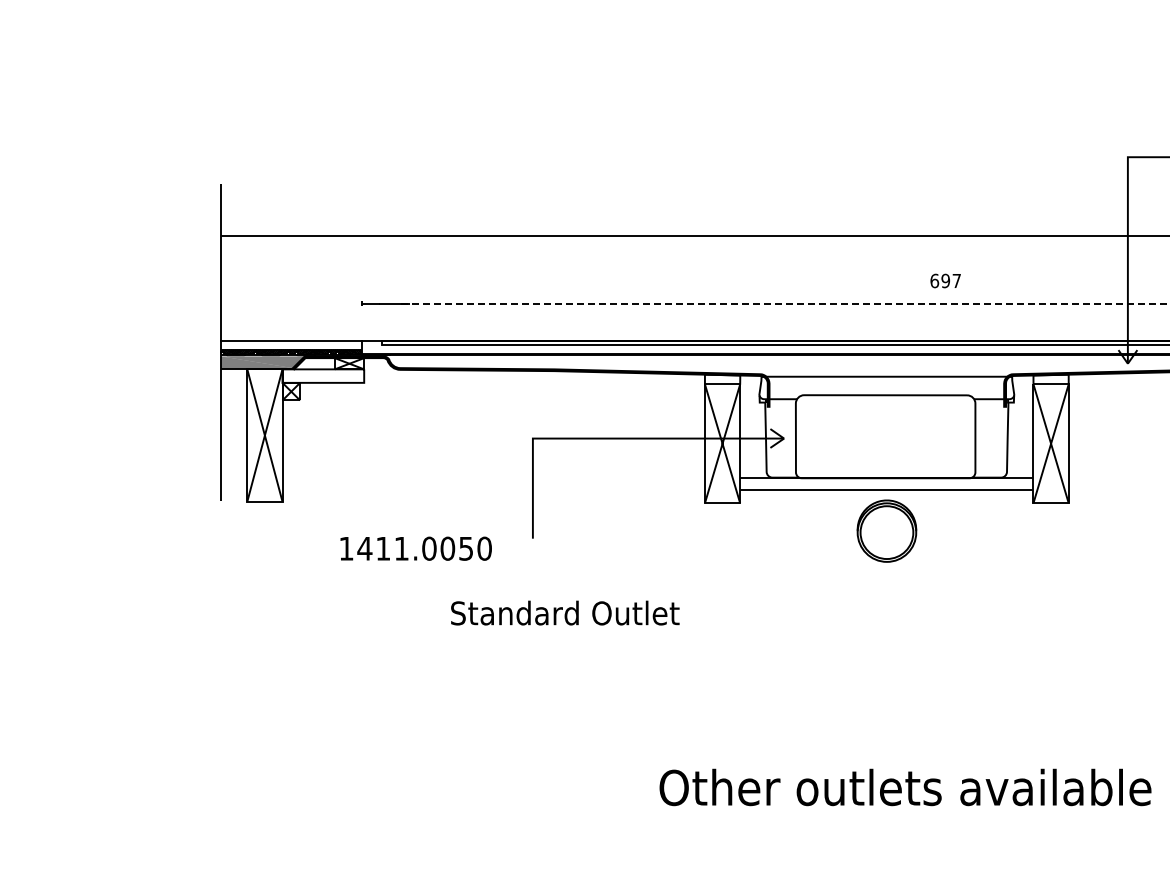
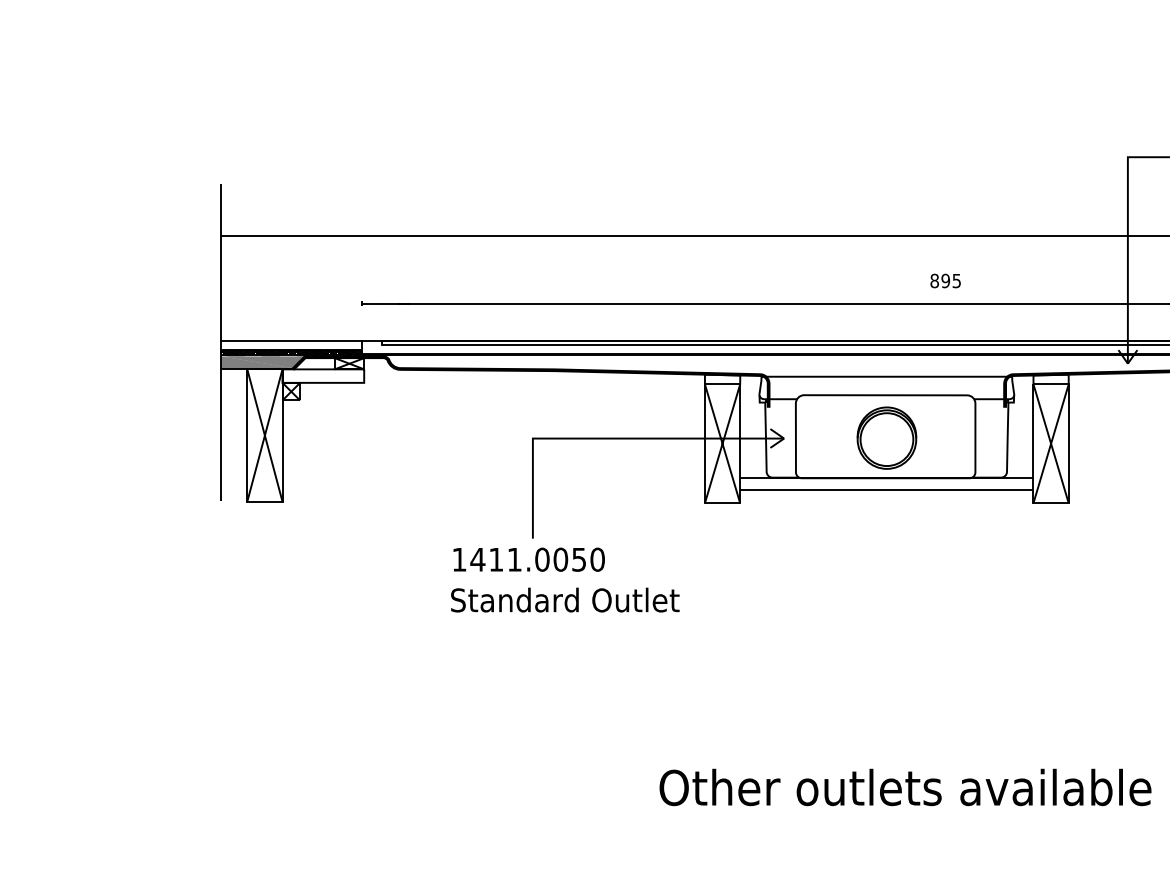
text at (945, 280): 697 -> 895
line at (783, 303): dashed -> solid
part at (886, 530) position: (886, 530) -> (886, 437)
text at (415, 548) position: (415, 548) -> (528, 559)
text at (565, 612) position: (565, 612) -> (565, 599)
